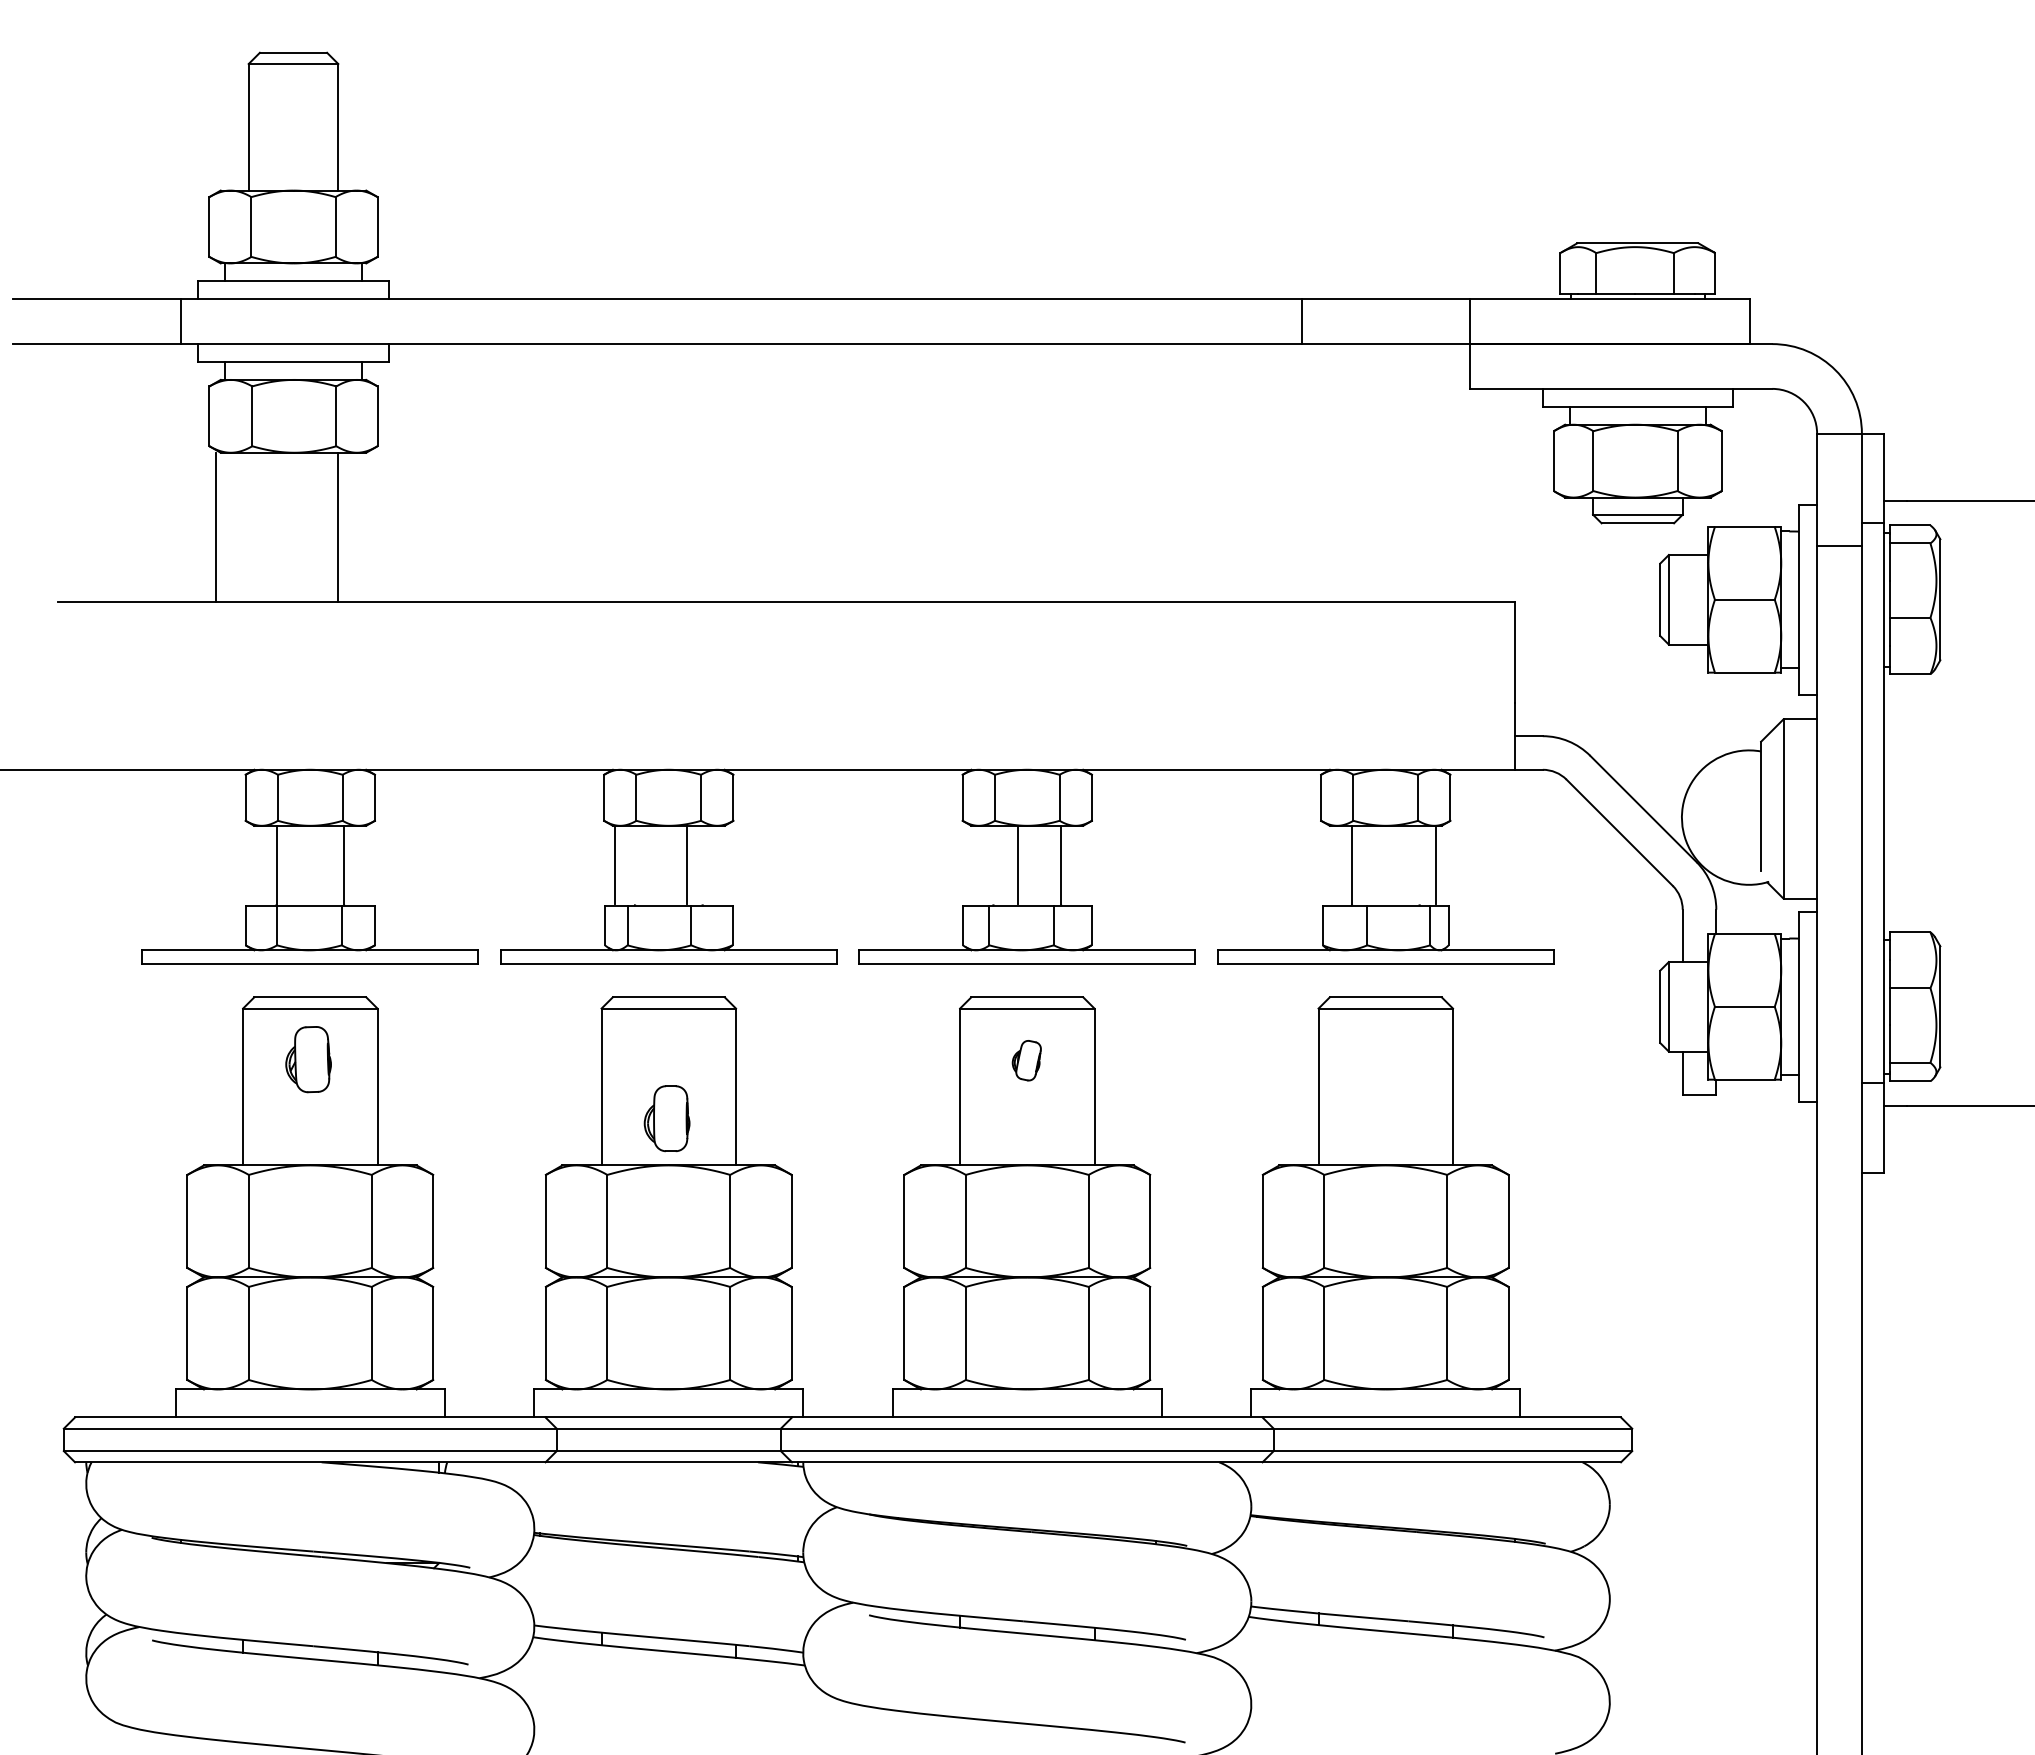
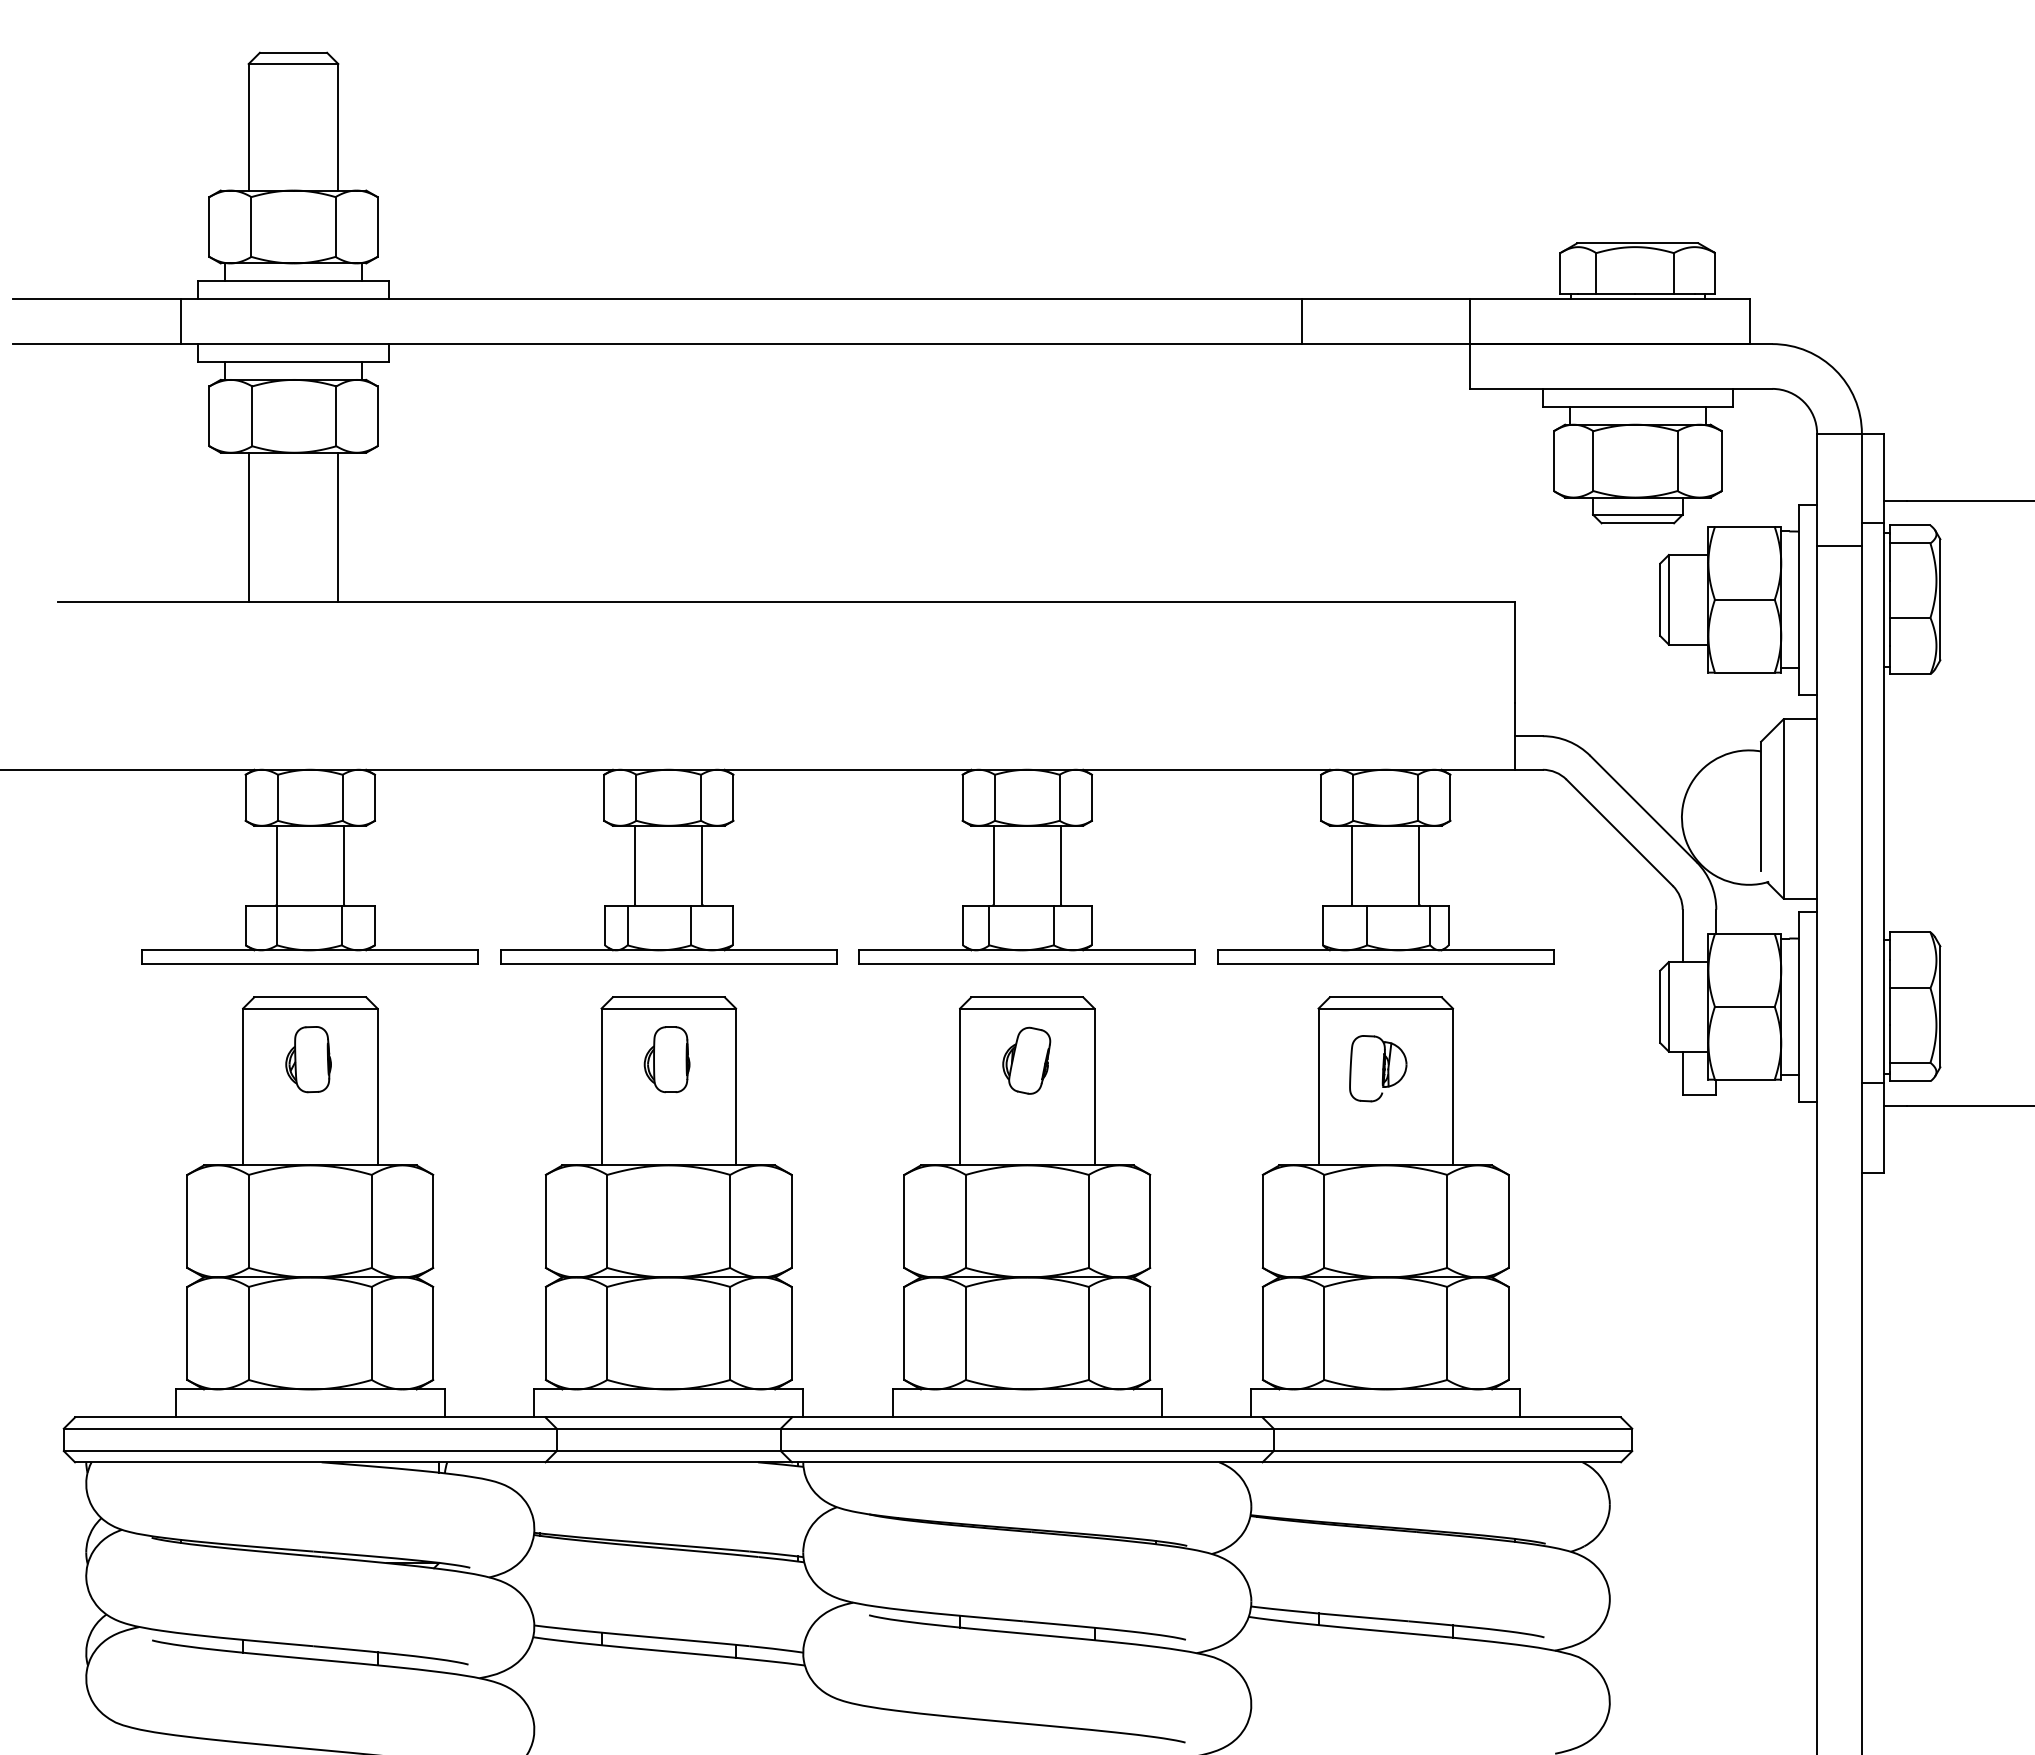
line at (215, 526) position: (215, 526) -> (248, 526)
line at (615, 864) position: (615, 864) -> (635, 864)
line at (687, 864) position: (687, 864) -> (702, 864)
line at (1017, 864) position: (1017, 864) -> (993, 864)
line at (1436, 864) position: (1436, 864) -> (1419, 864)
part at (1026, 1060) size: 31x42 px -> 50x69 px
part at (1378, 1068): none -> present
part at (666, 1118) position: (666, 1118) -> (666, 1059)
